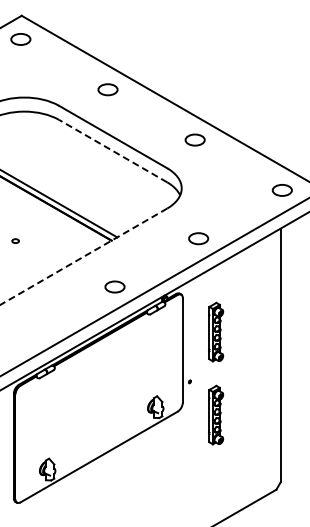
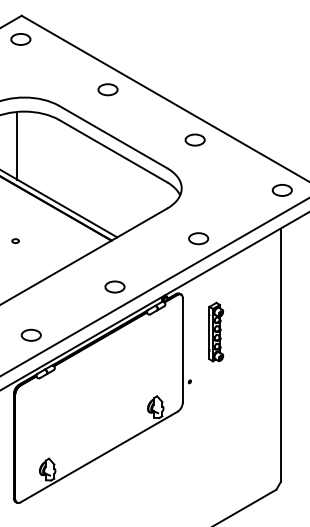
line at (17, 145): none -> present
line at (112, 150): dashed -> solid
line at (83, 256): dashed -> solid
part at (30, 334): none -> present
part at (216, 414): present -> none
